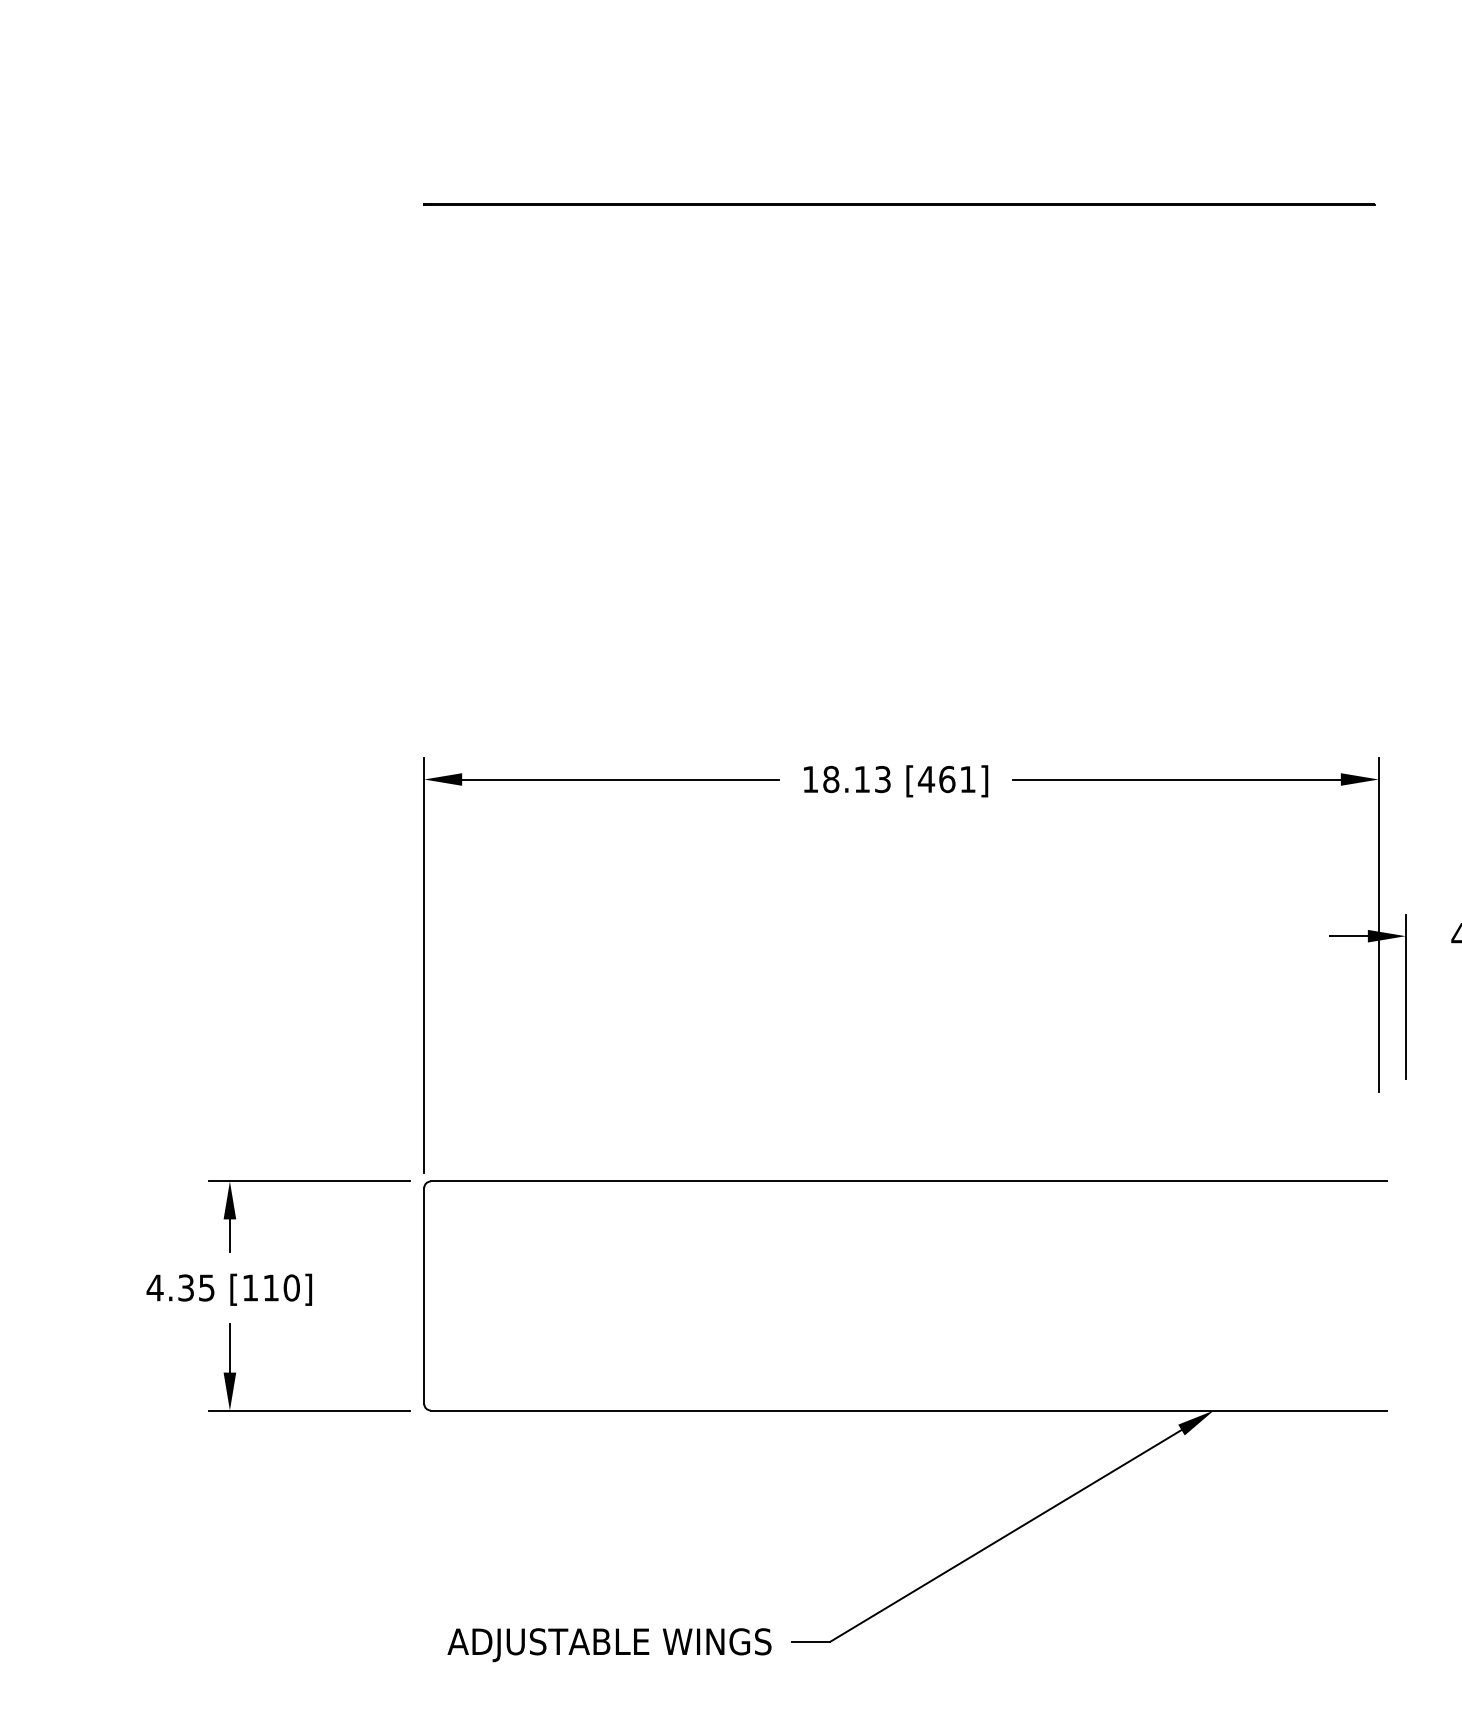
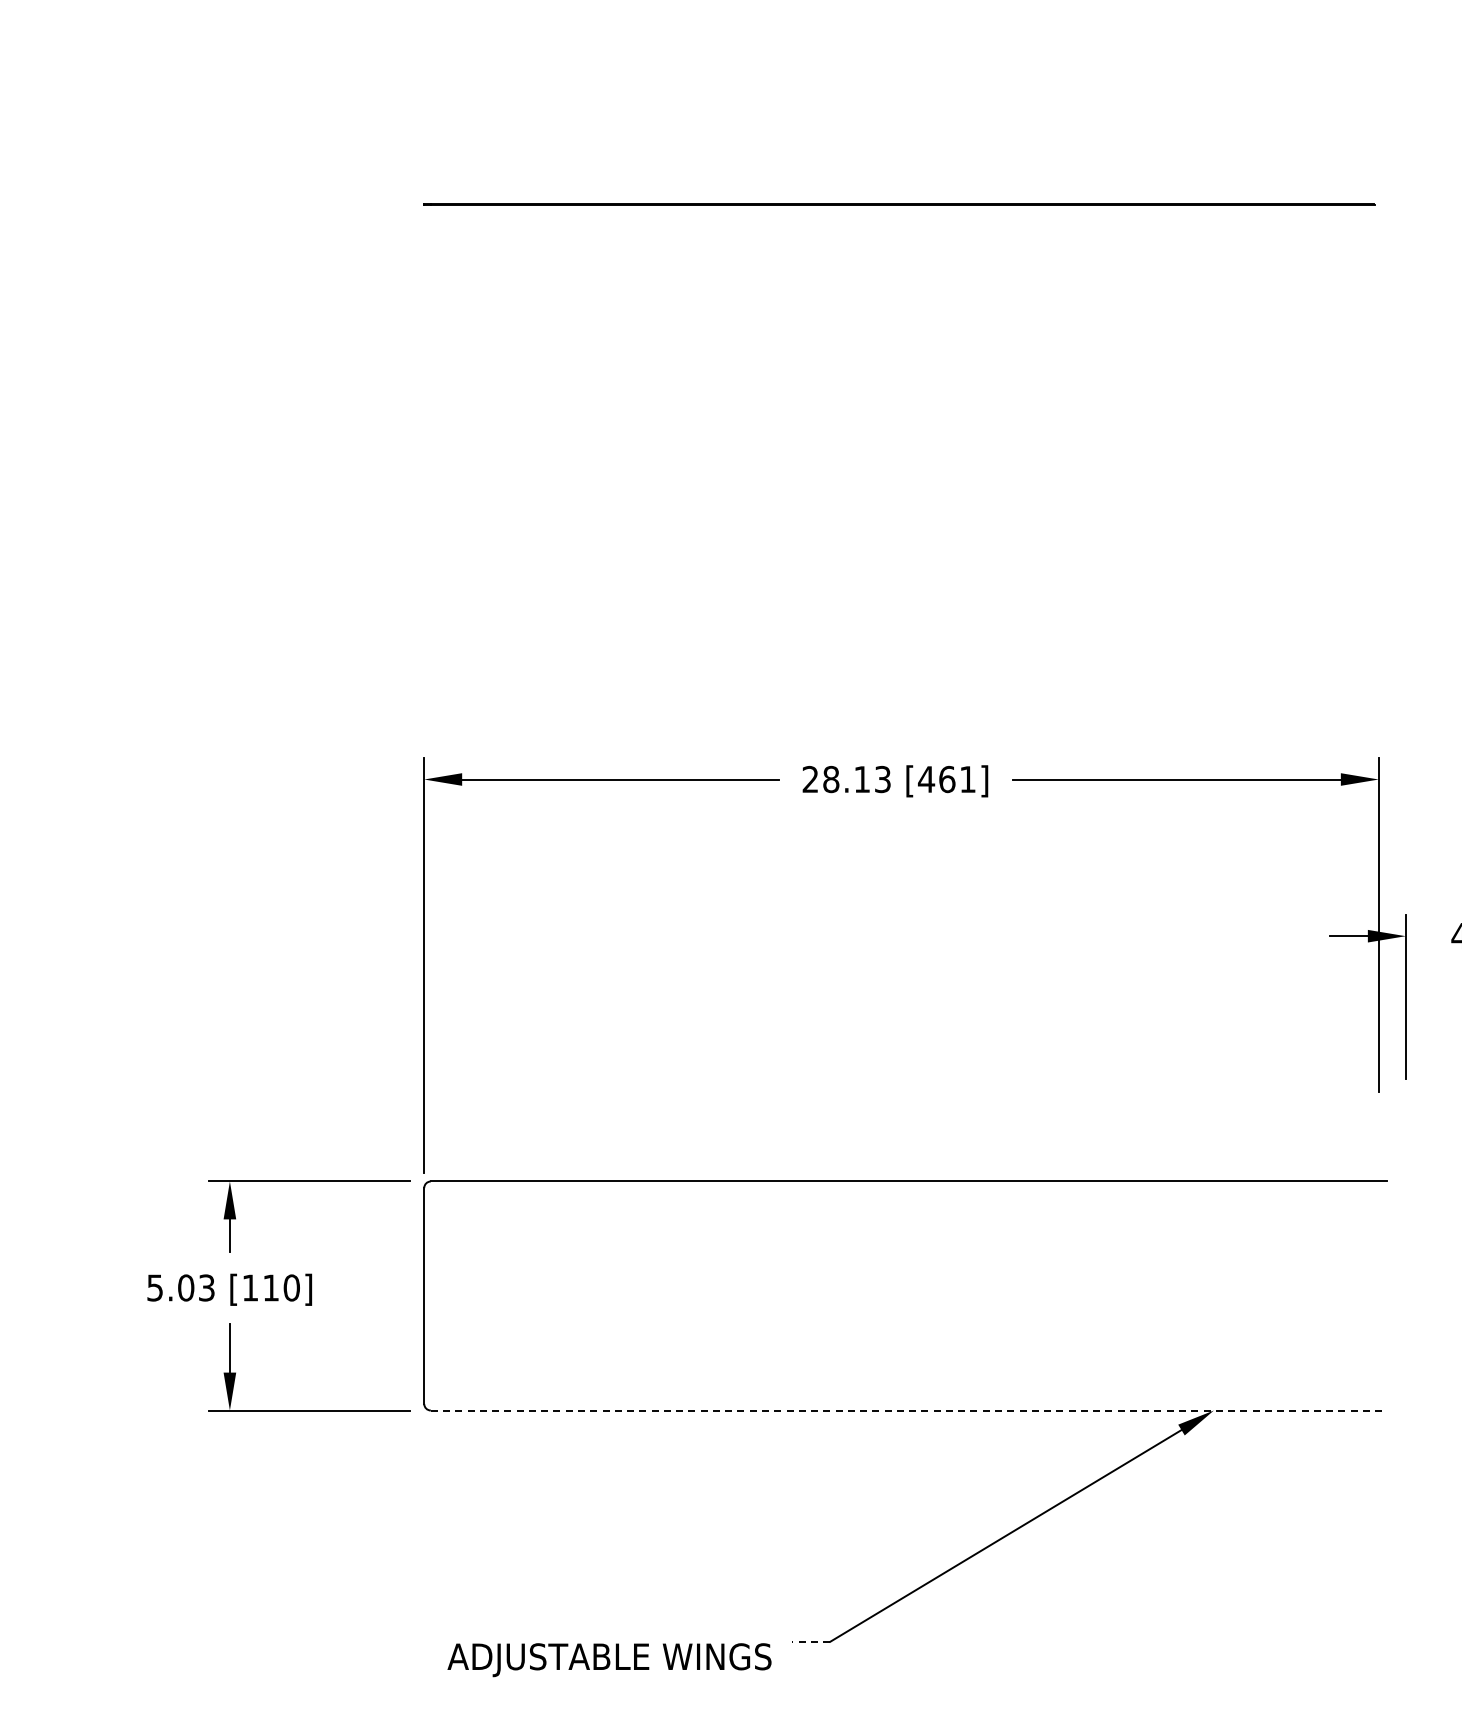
text at (809, 778): 18.13 -> 28.13
text at (180, 1287): 4.35 -> 5.03
line at (908, 1410): solid -> dashed
line at (811, 1641): solid -> dashed
text at (609, 1645) position: (609, 1645) -> (609, 1660)
